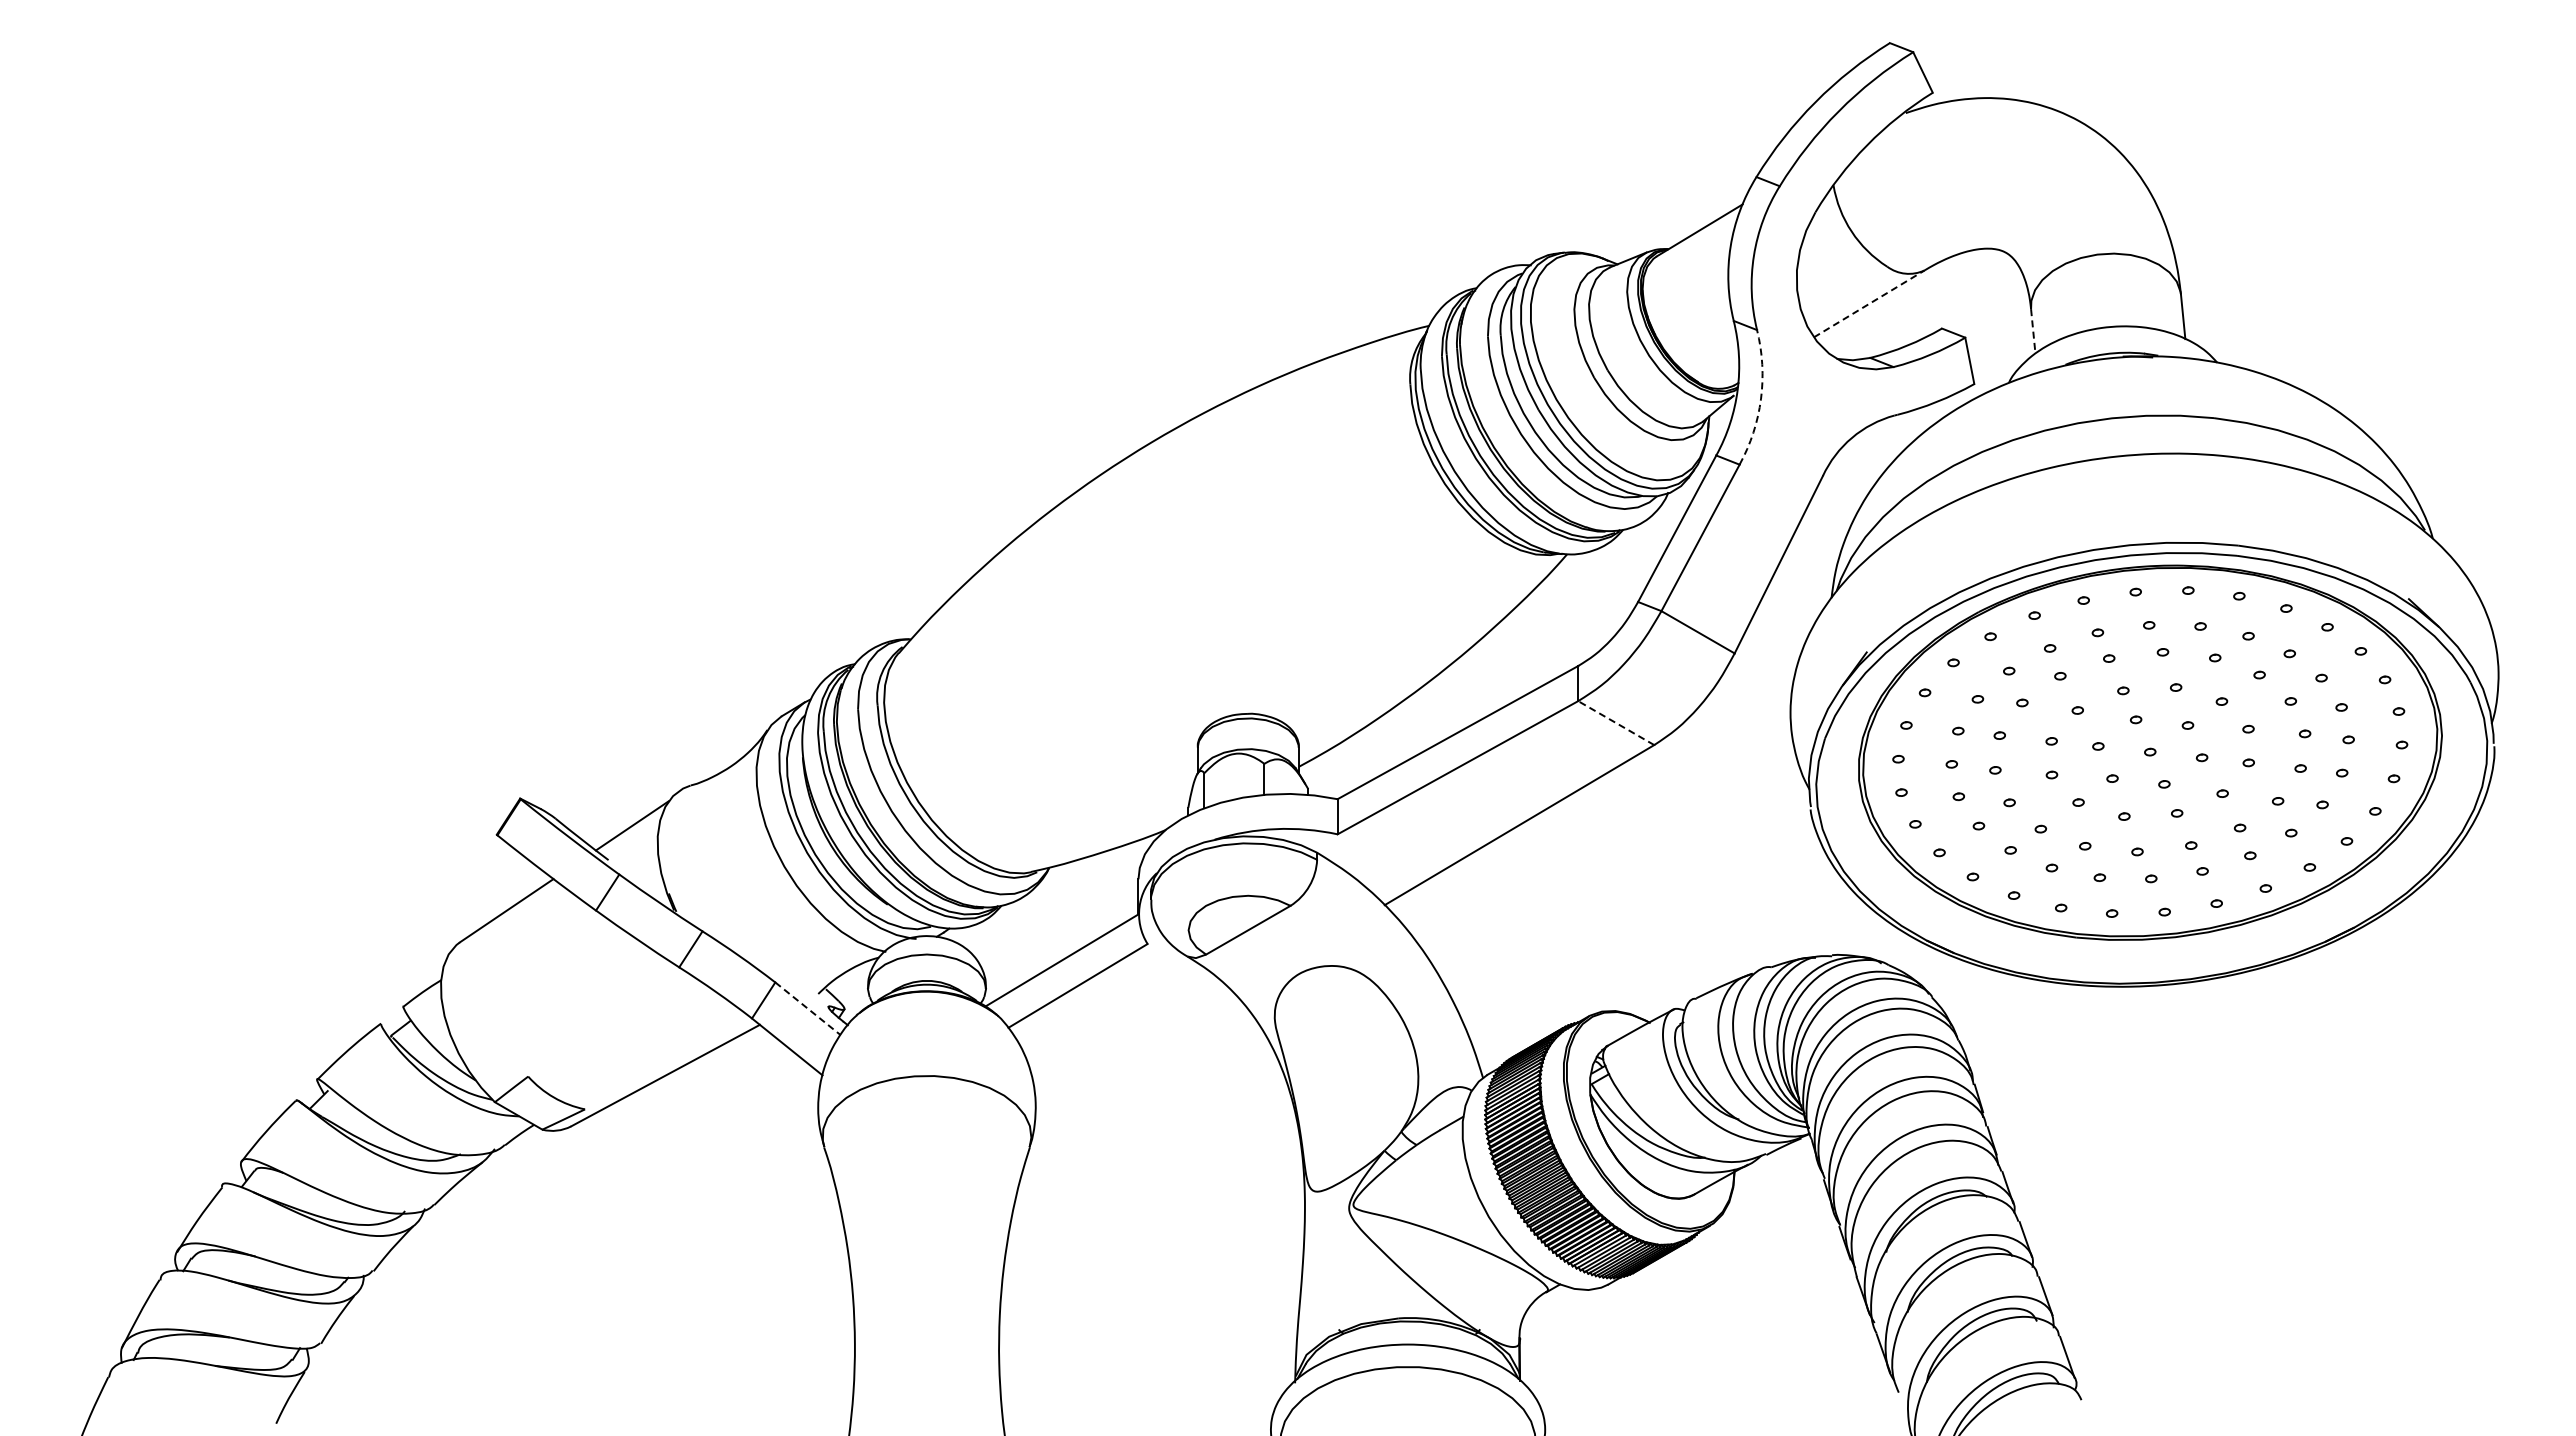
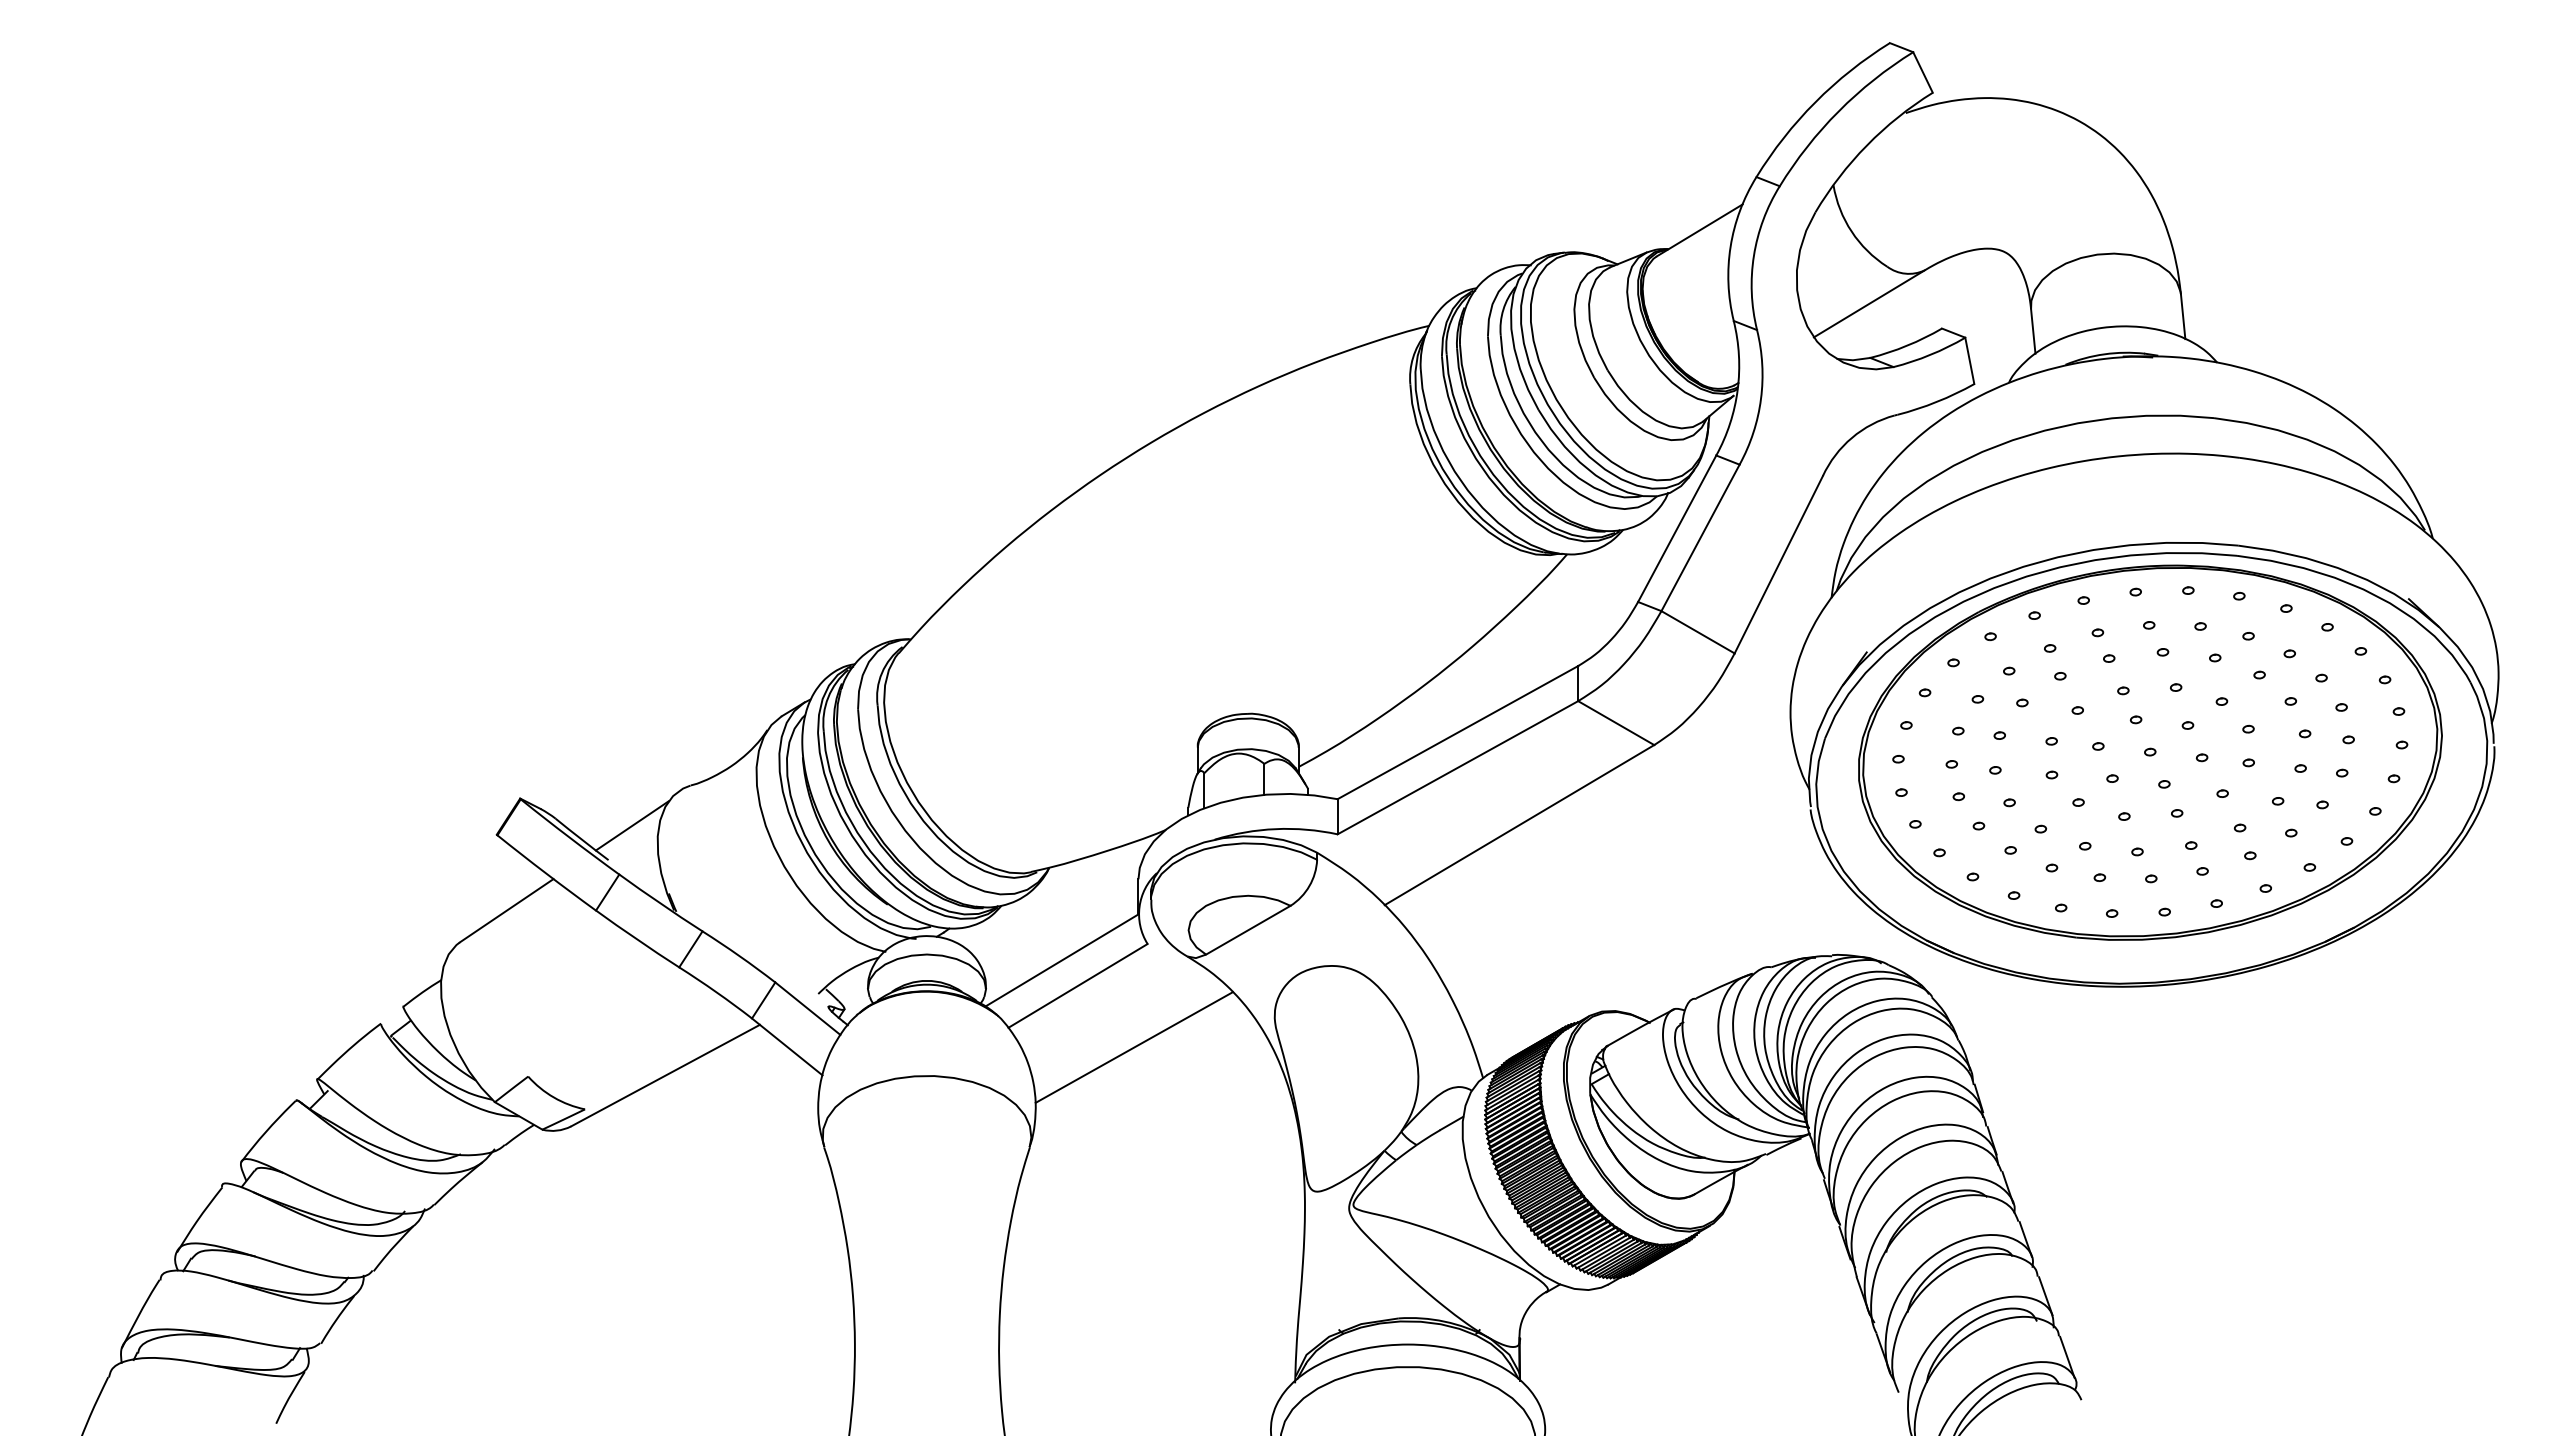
line at (1869, 303): dashed -> solid
line at (2033, 331): dashed -> solid
arc at (1761, 399): dashed -> solid
line at (1616, 723): dashed -> solid
line at (807, 1008): dashed -> solid
line at (1133, 1047): none -> present
